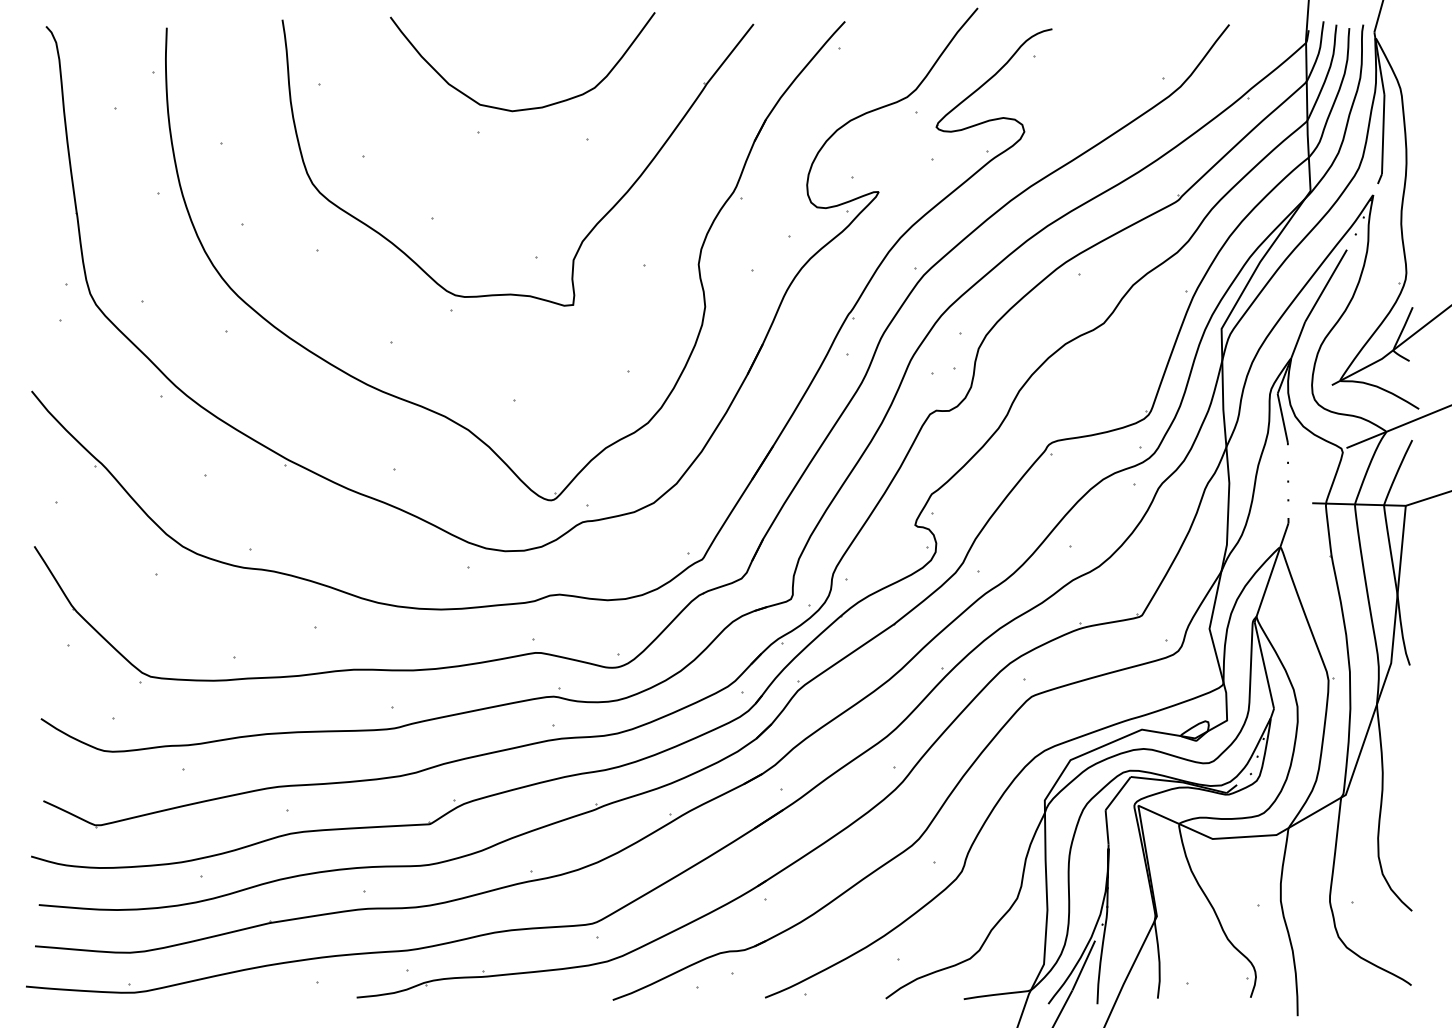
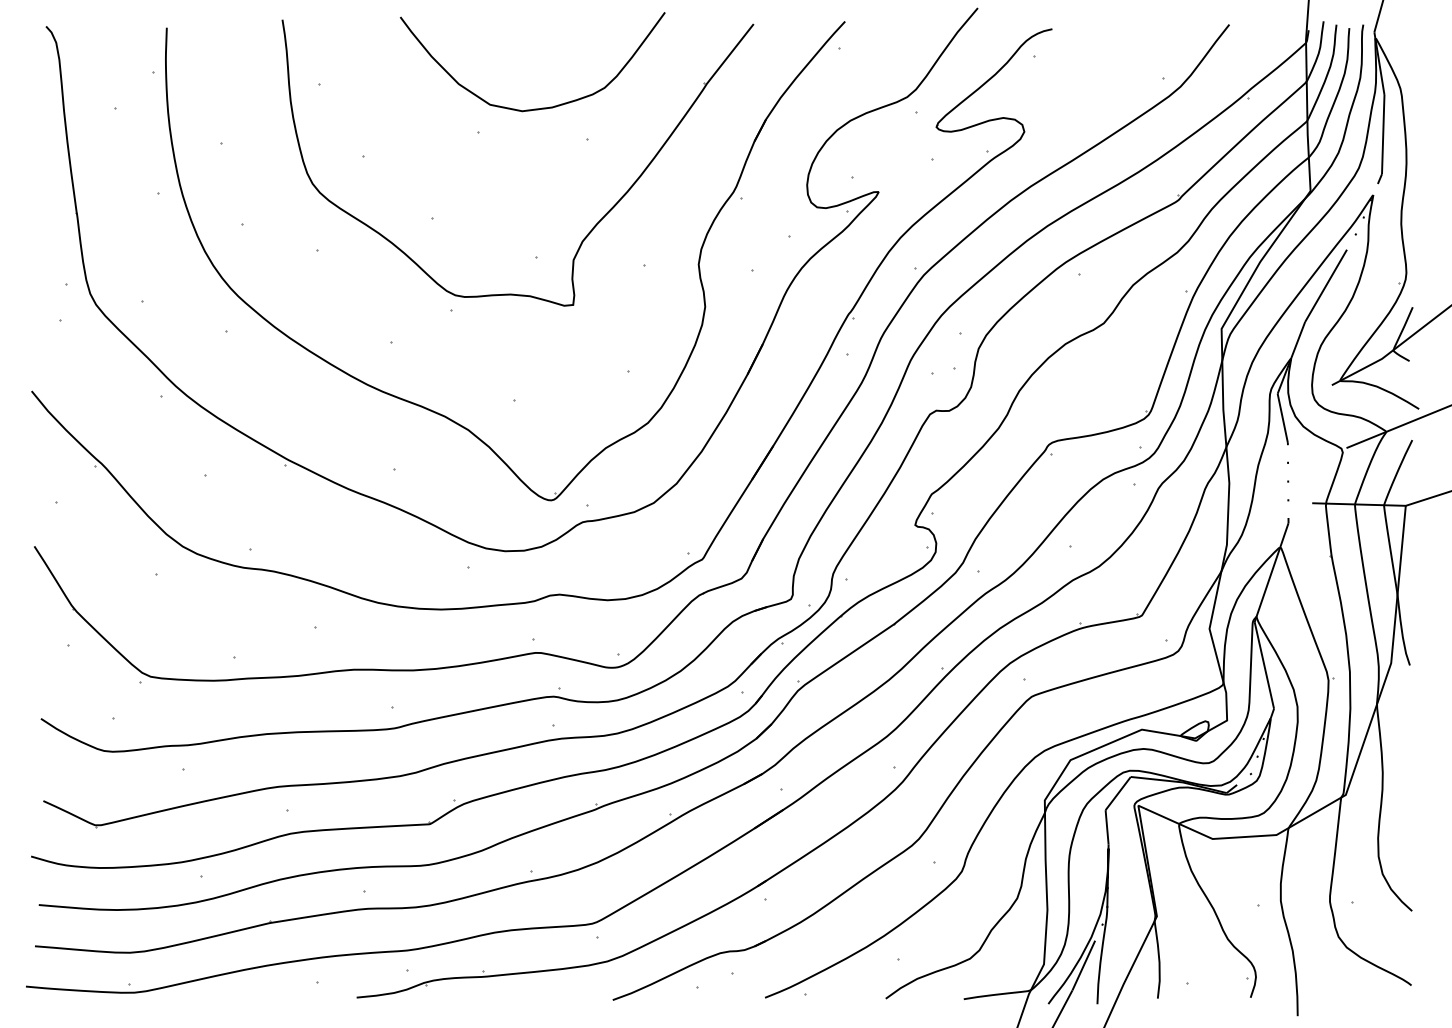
curve at (524, 108) position: (524, 108) -> (534, 108)
